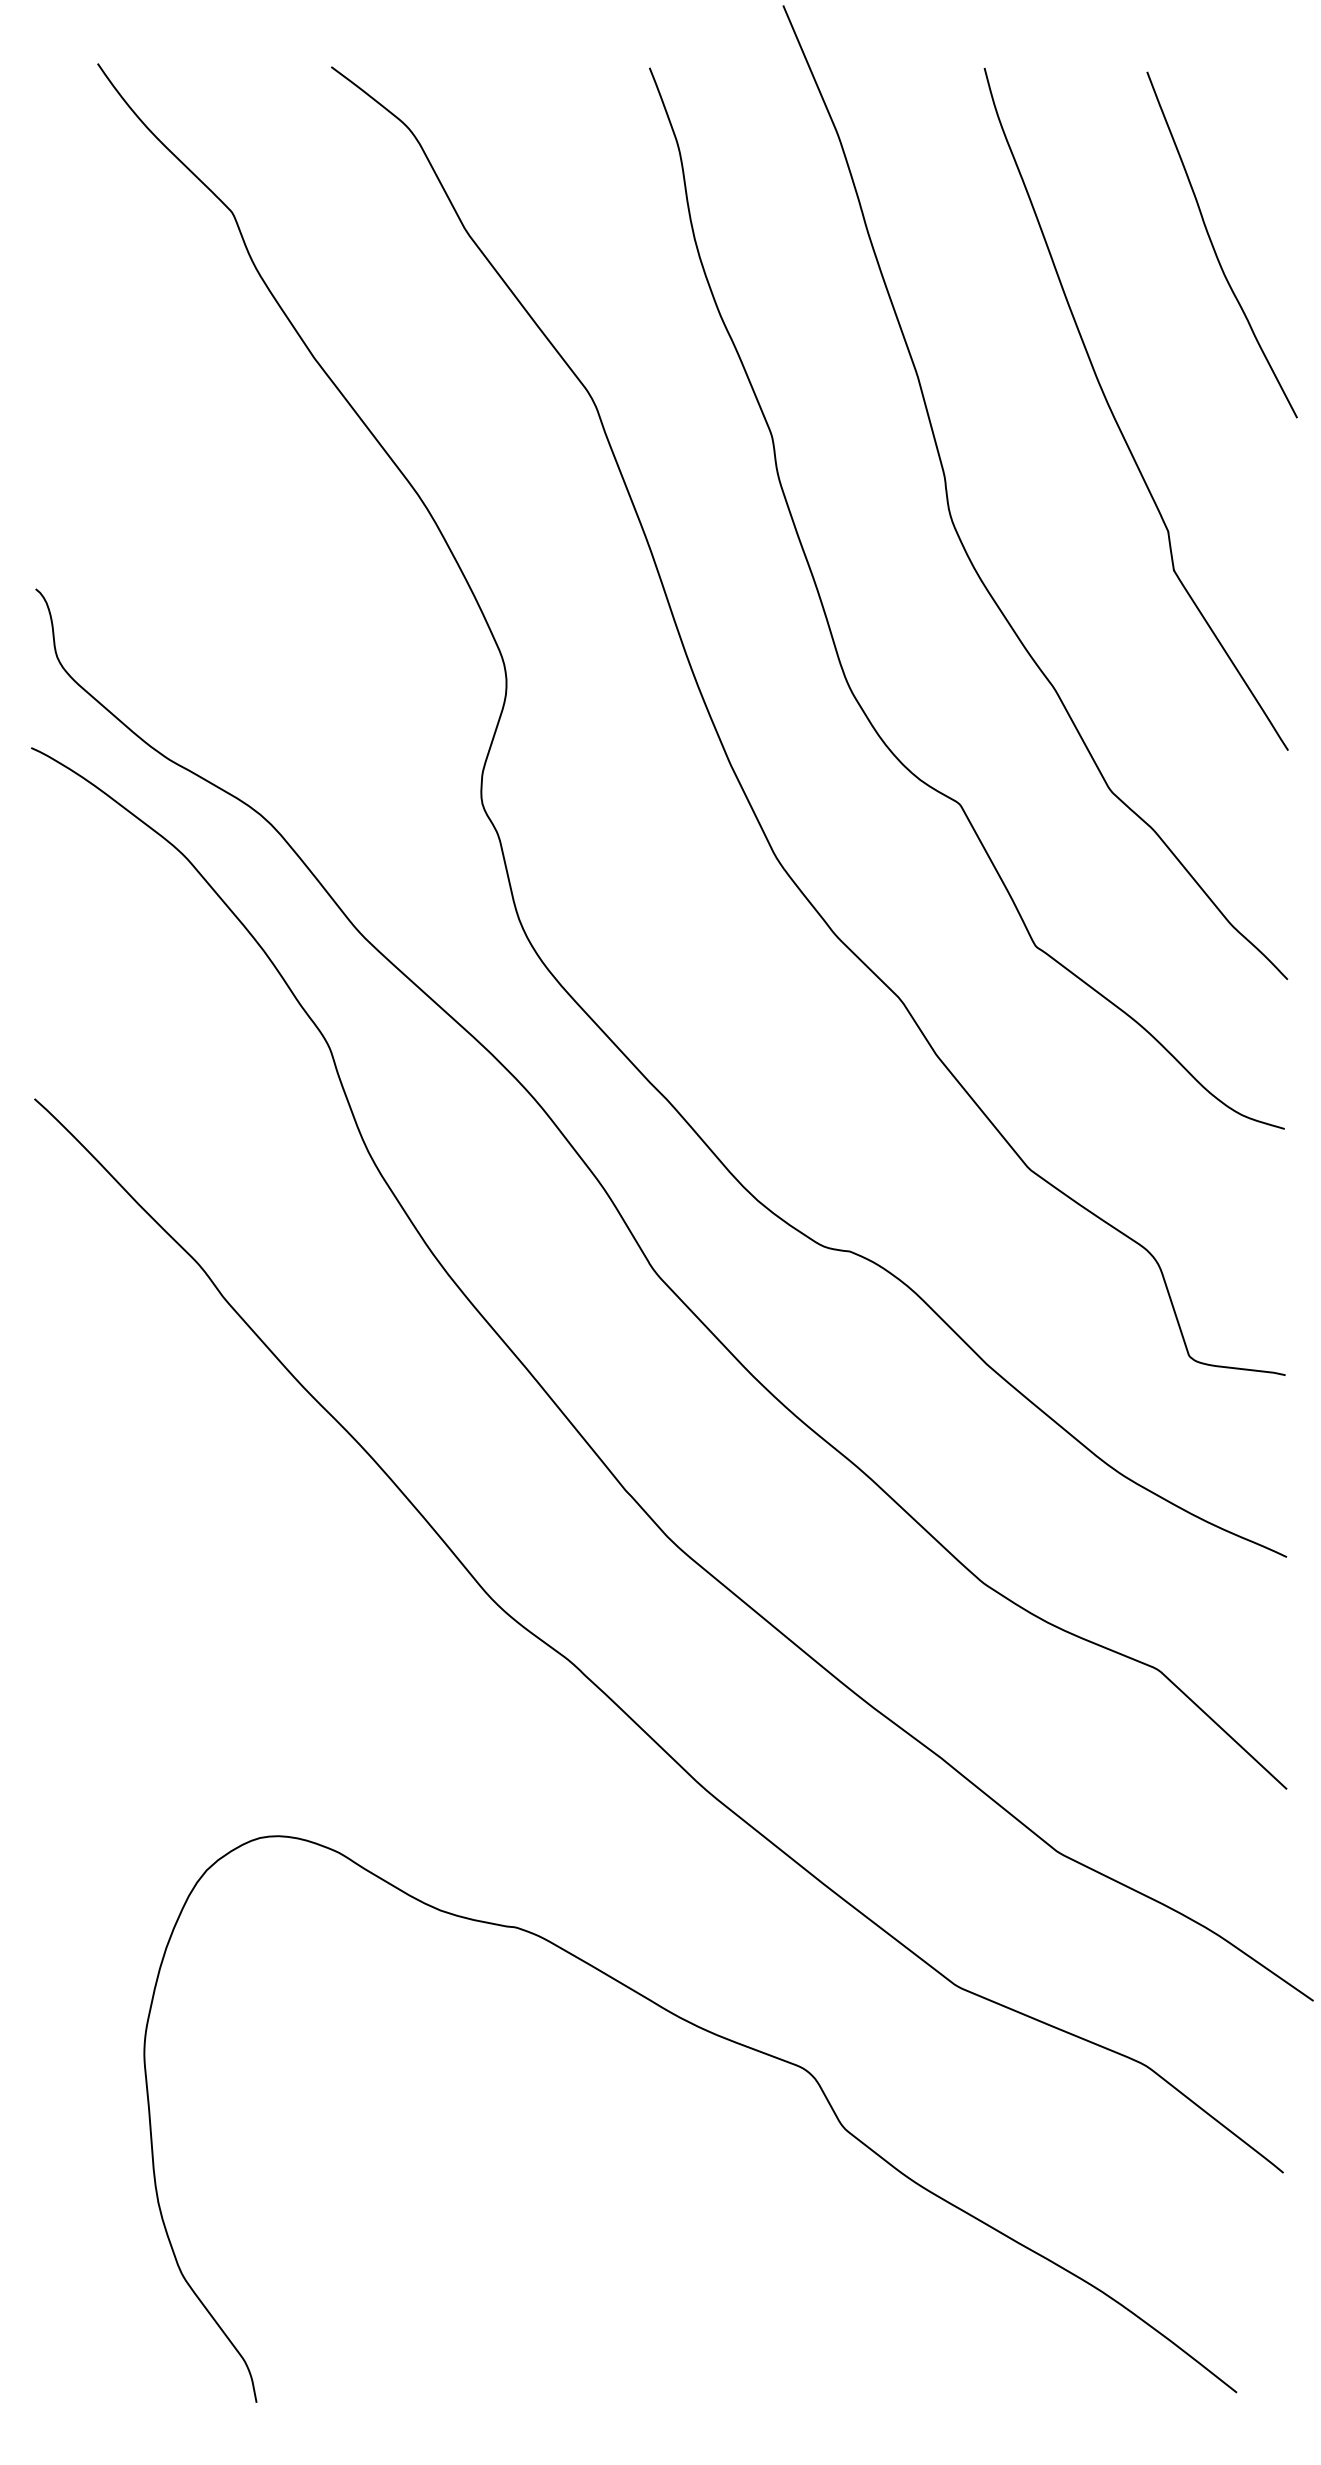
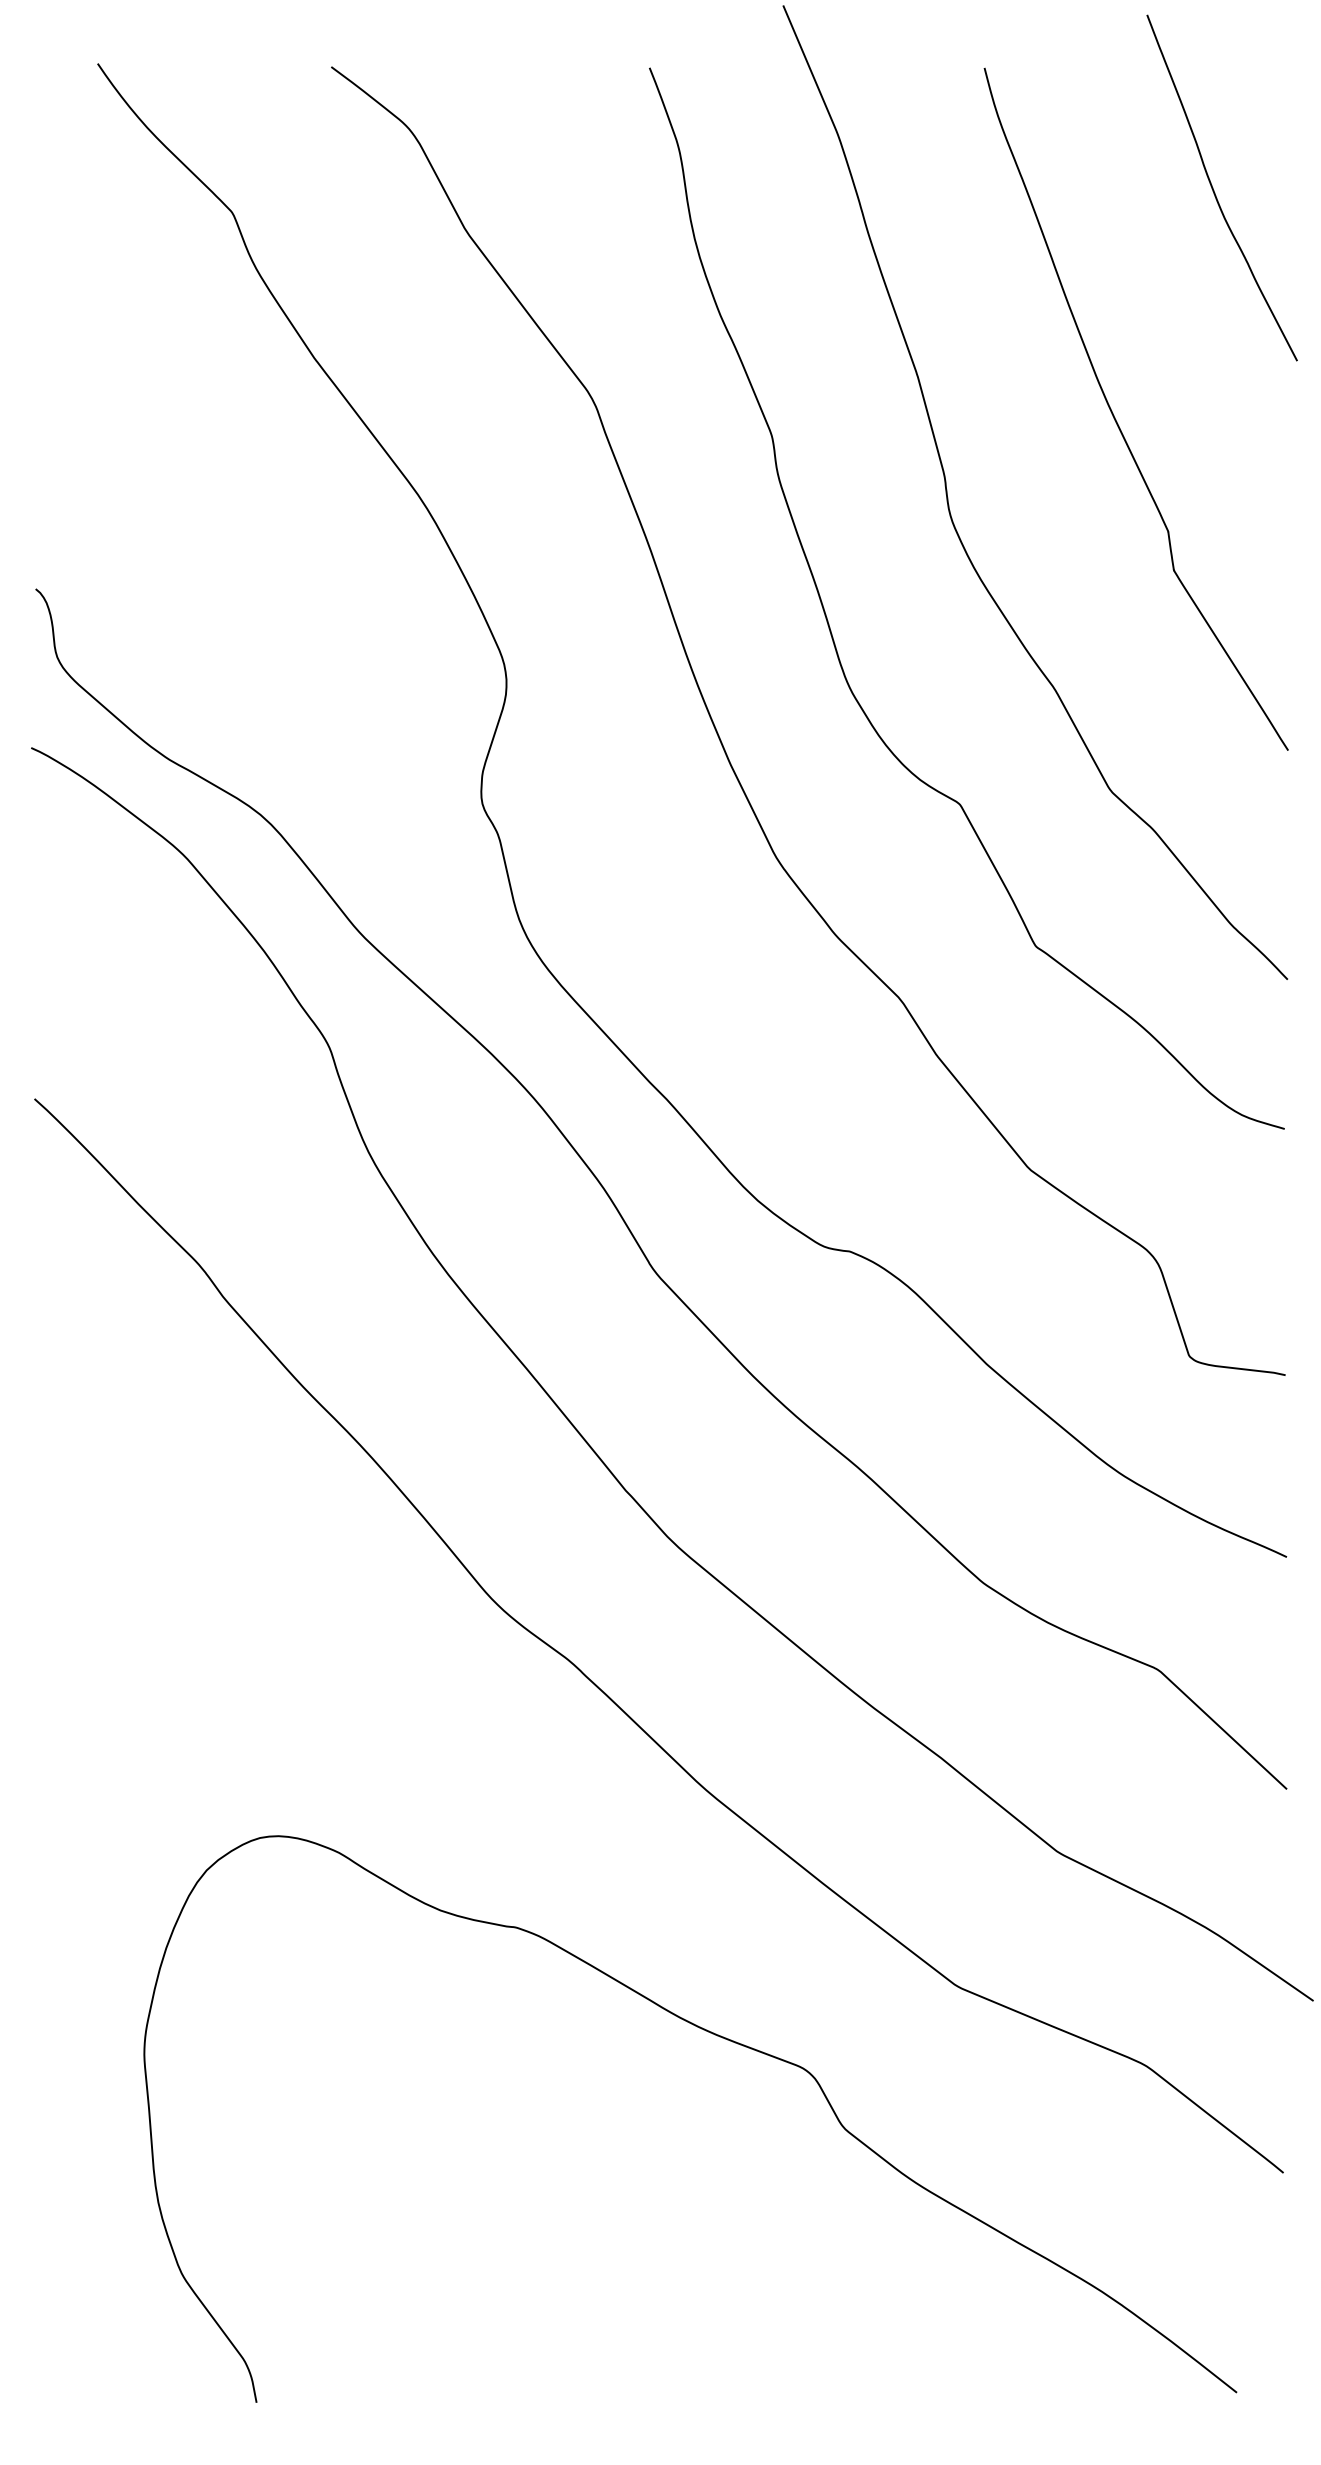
curve at (1214, 247) position: (1214, 247) -> (1214, 190)
